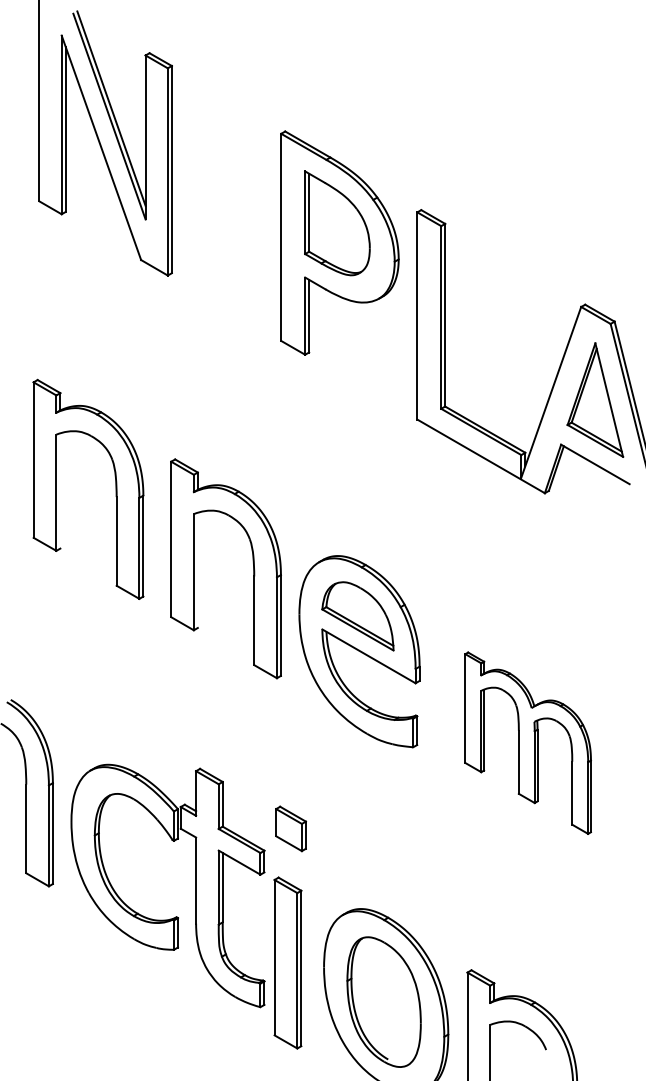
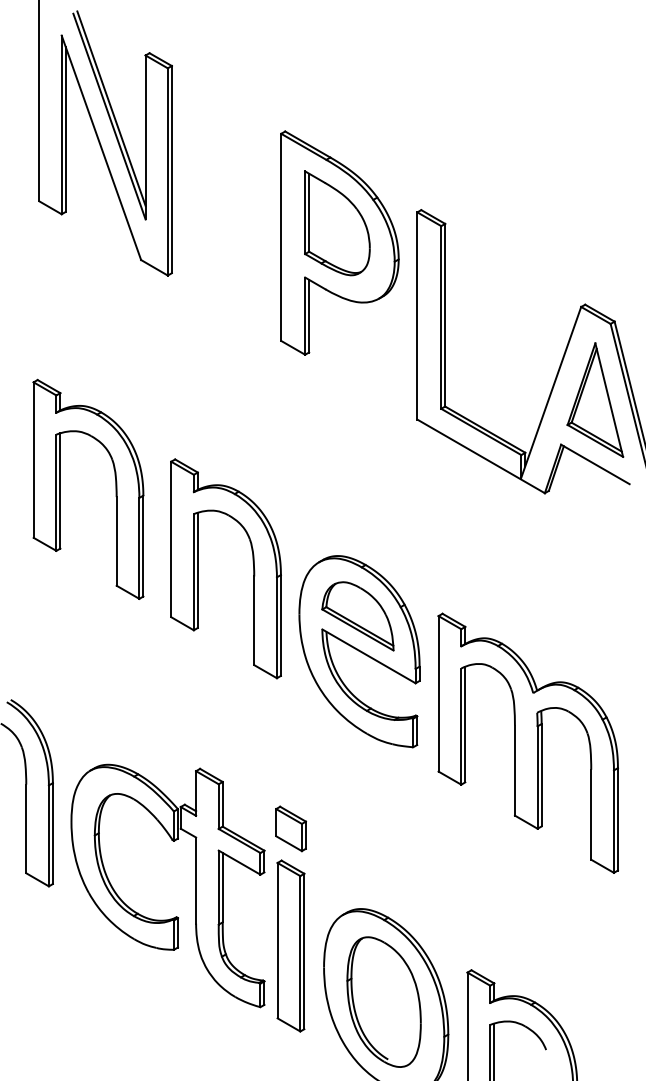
line at (60, 490): none -> present
line at (197, 569): none -> present
part at (527, 742) size: 128x184 px -> 182x262 px
part at (287, 962) position: (287, 962) -> (290, 945)
line at (494, 1050): none -> present
